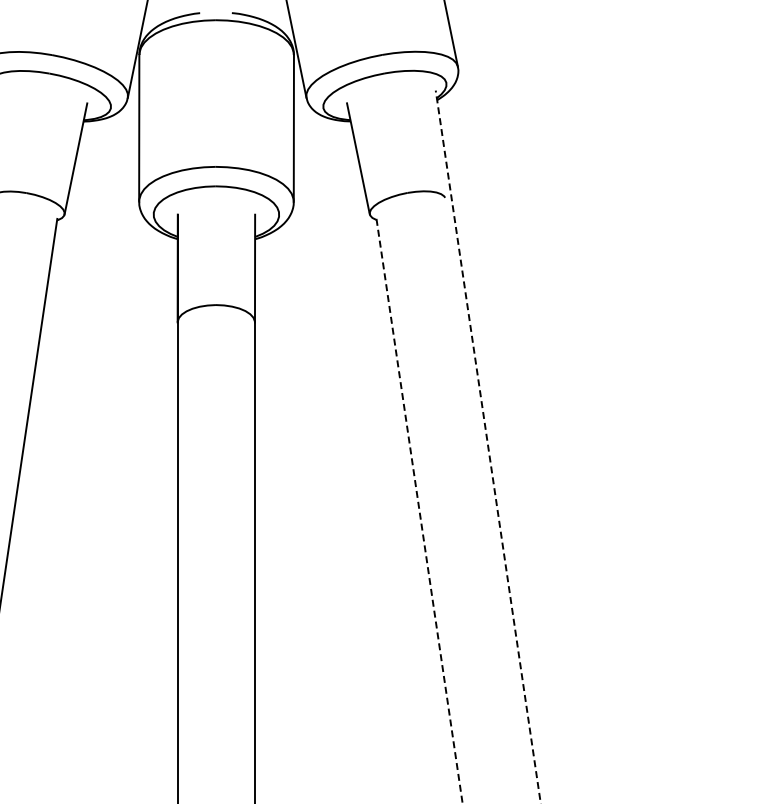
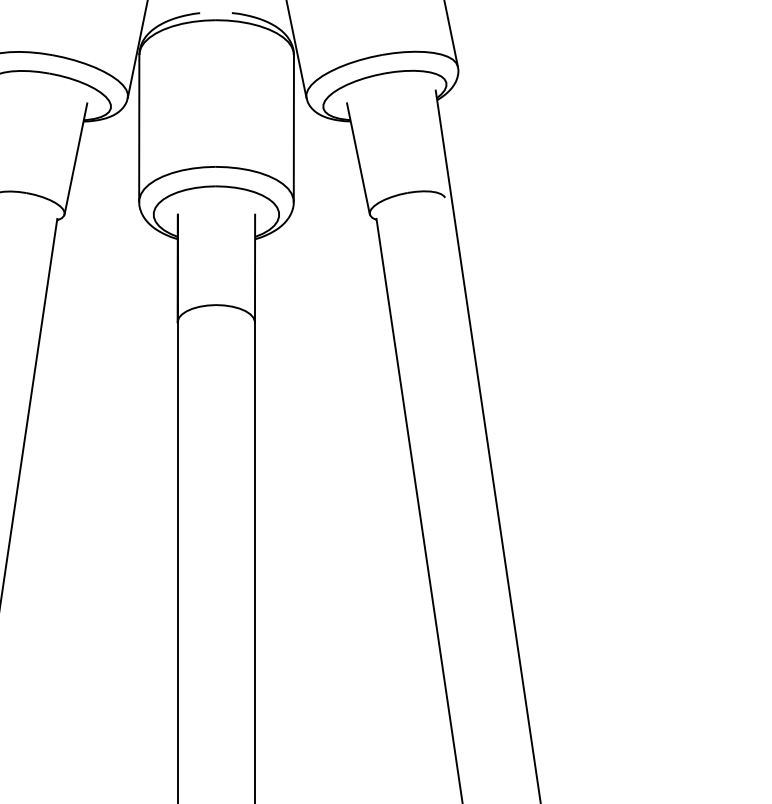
line at (488, 446): dashed -> solid
line at (419, 511): dashed -> solid
